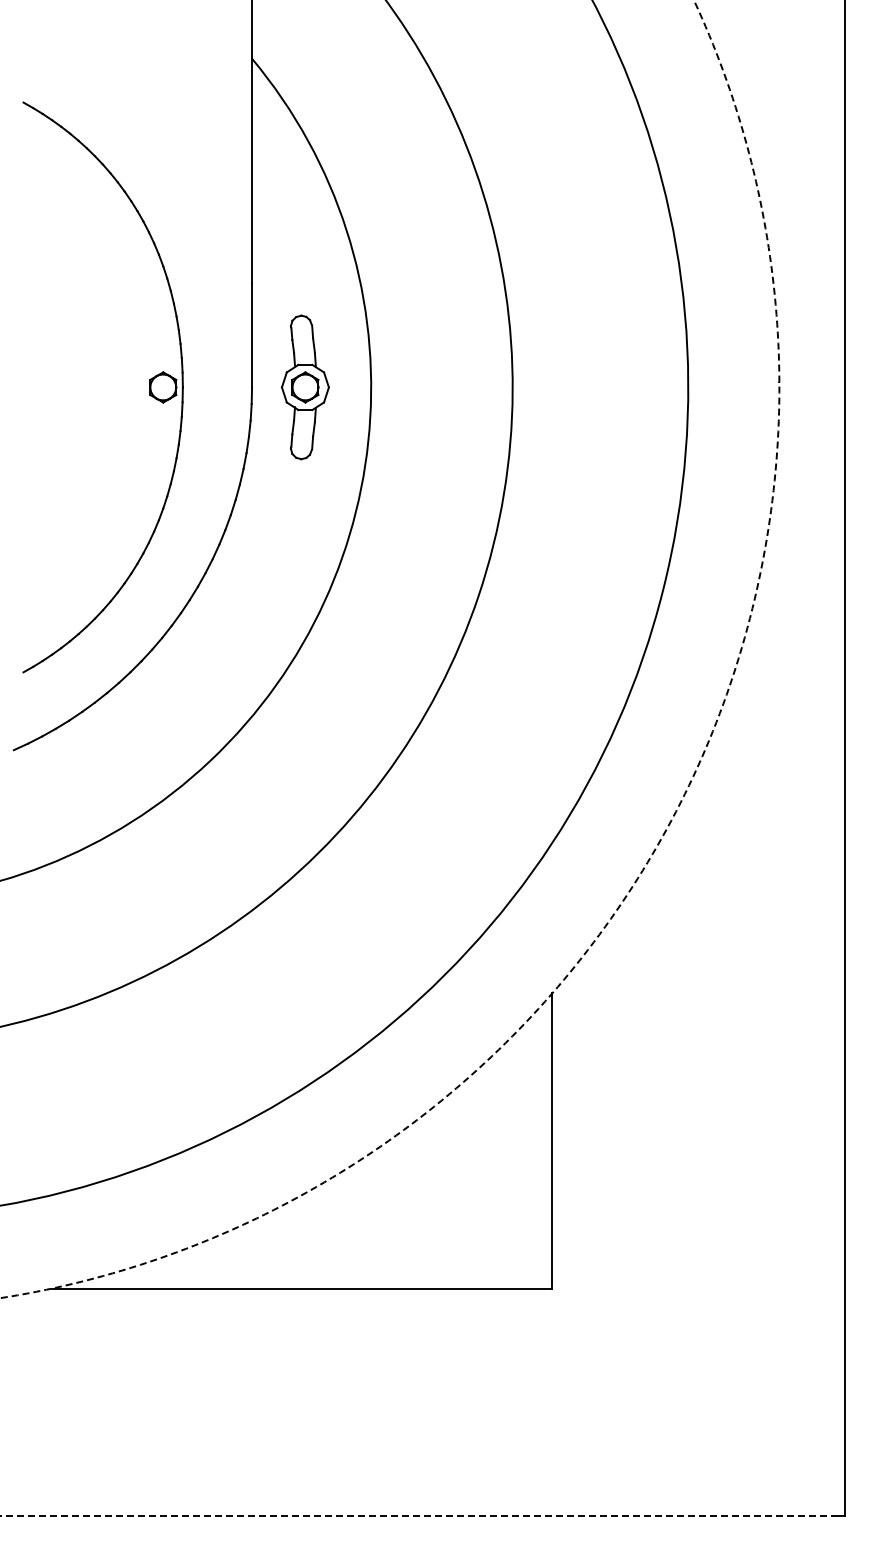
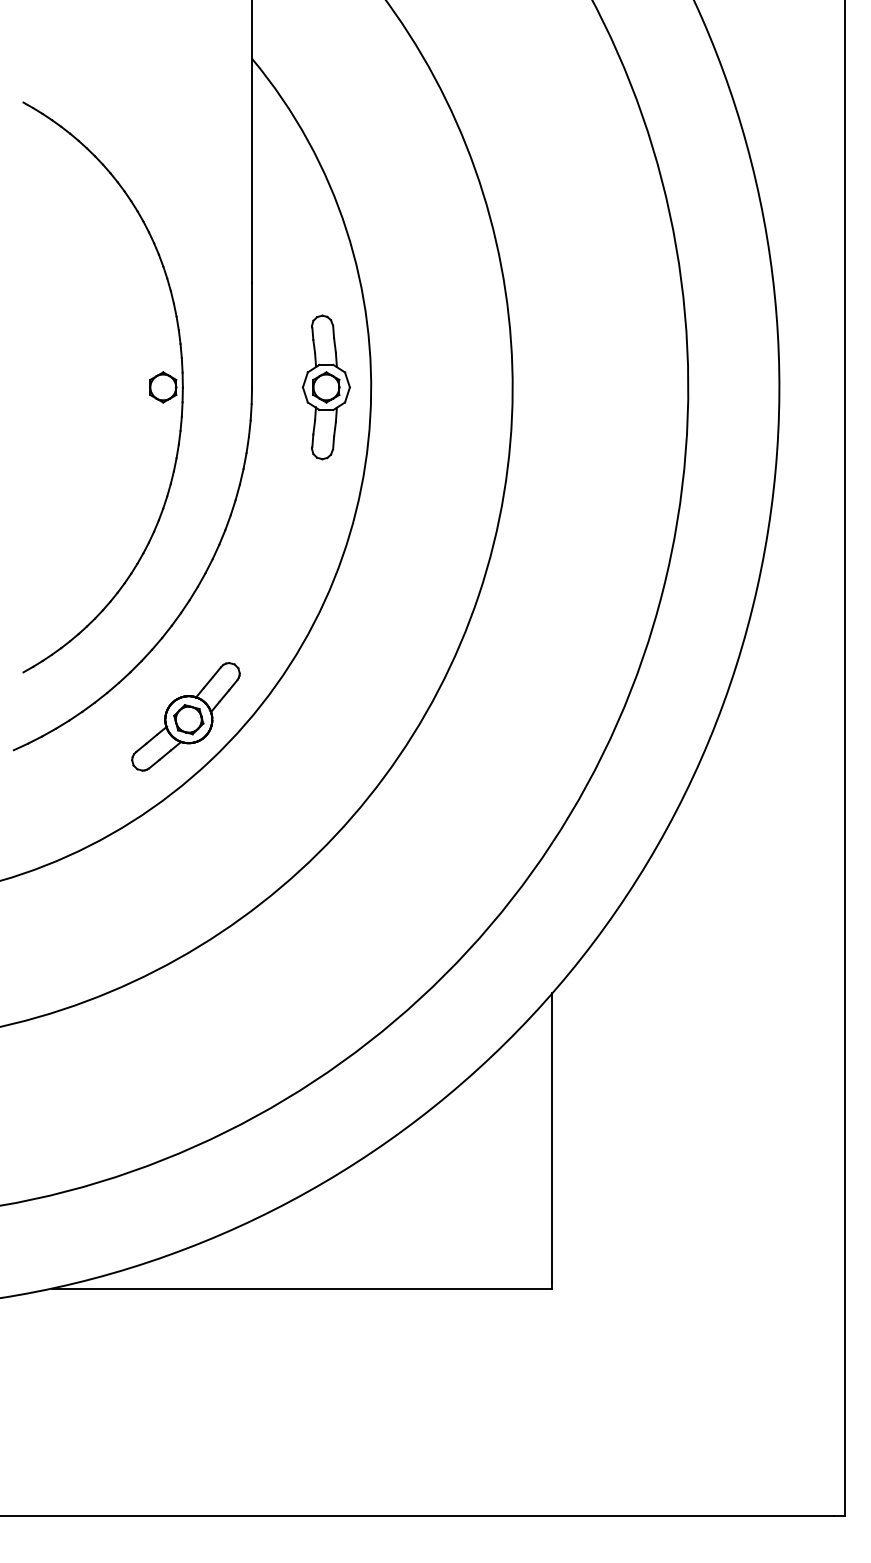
part at (304, 387) position: (304, 387) -> (325, 387)
part at (185, 716): none -> present
arc at (670, 822): dashed -> solid
line at (417, 1516): dashed -> solid
